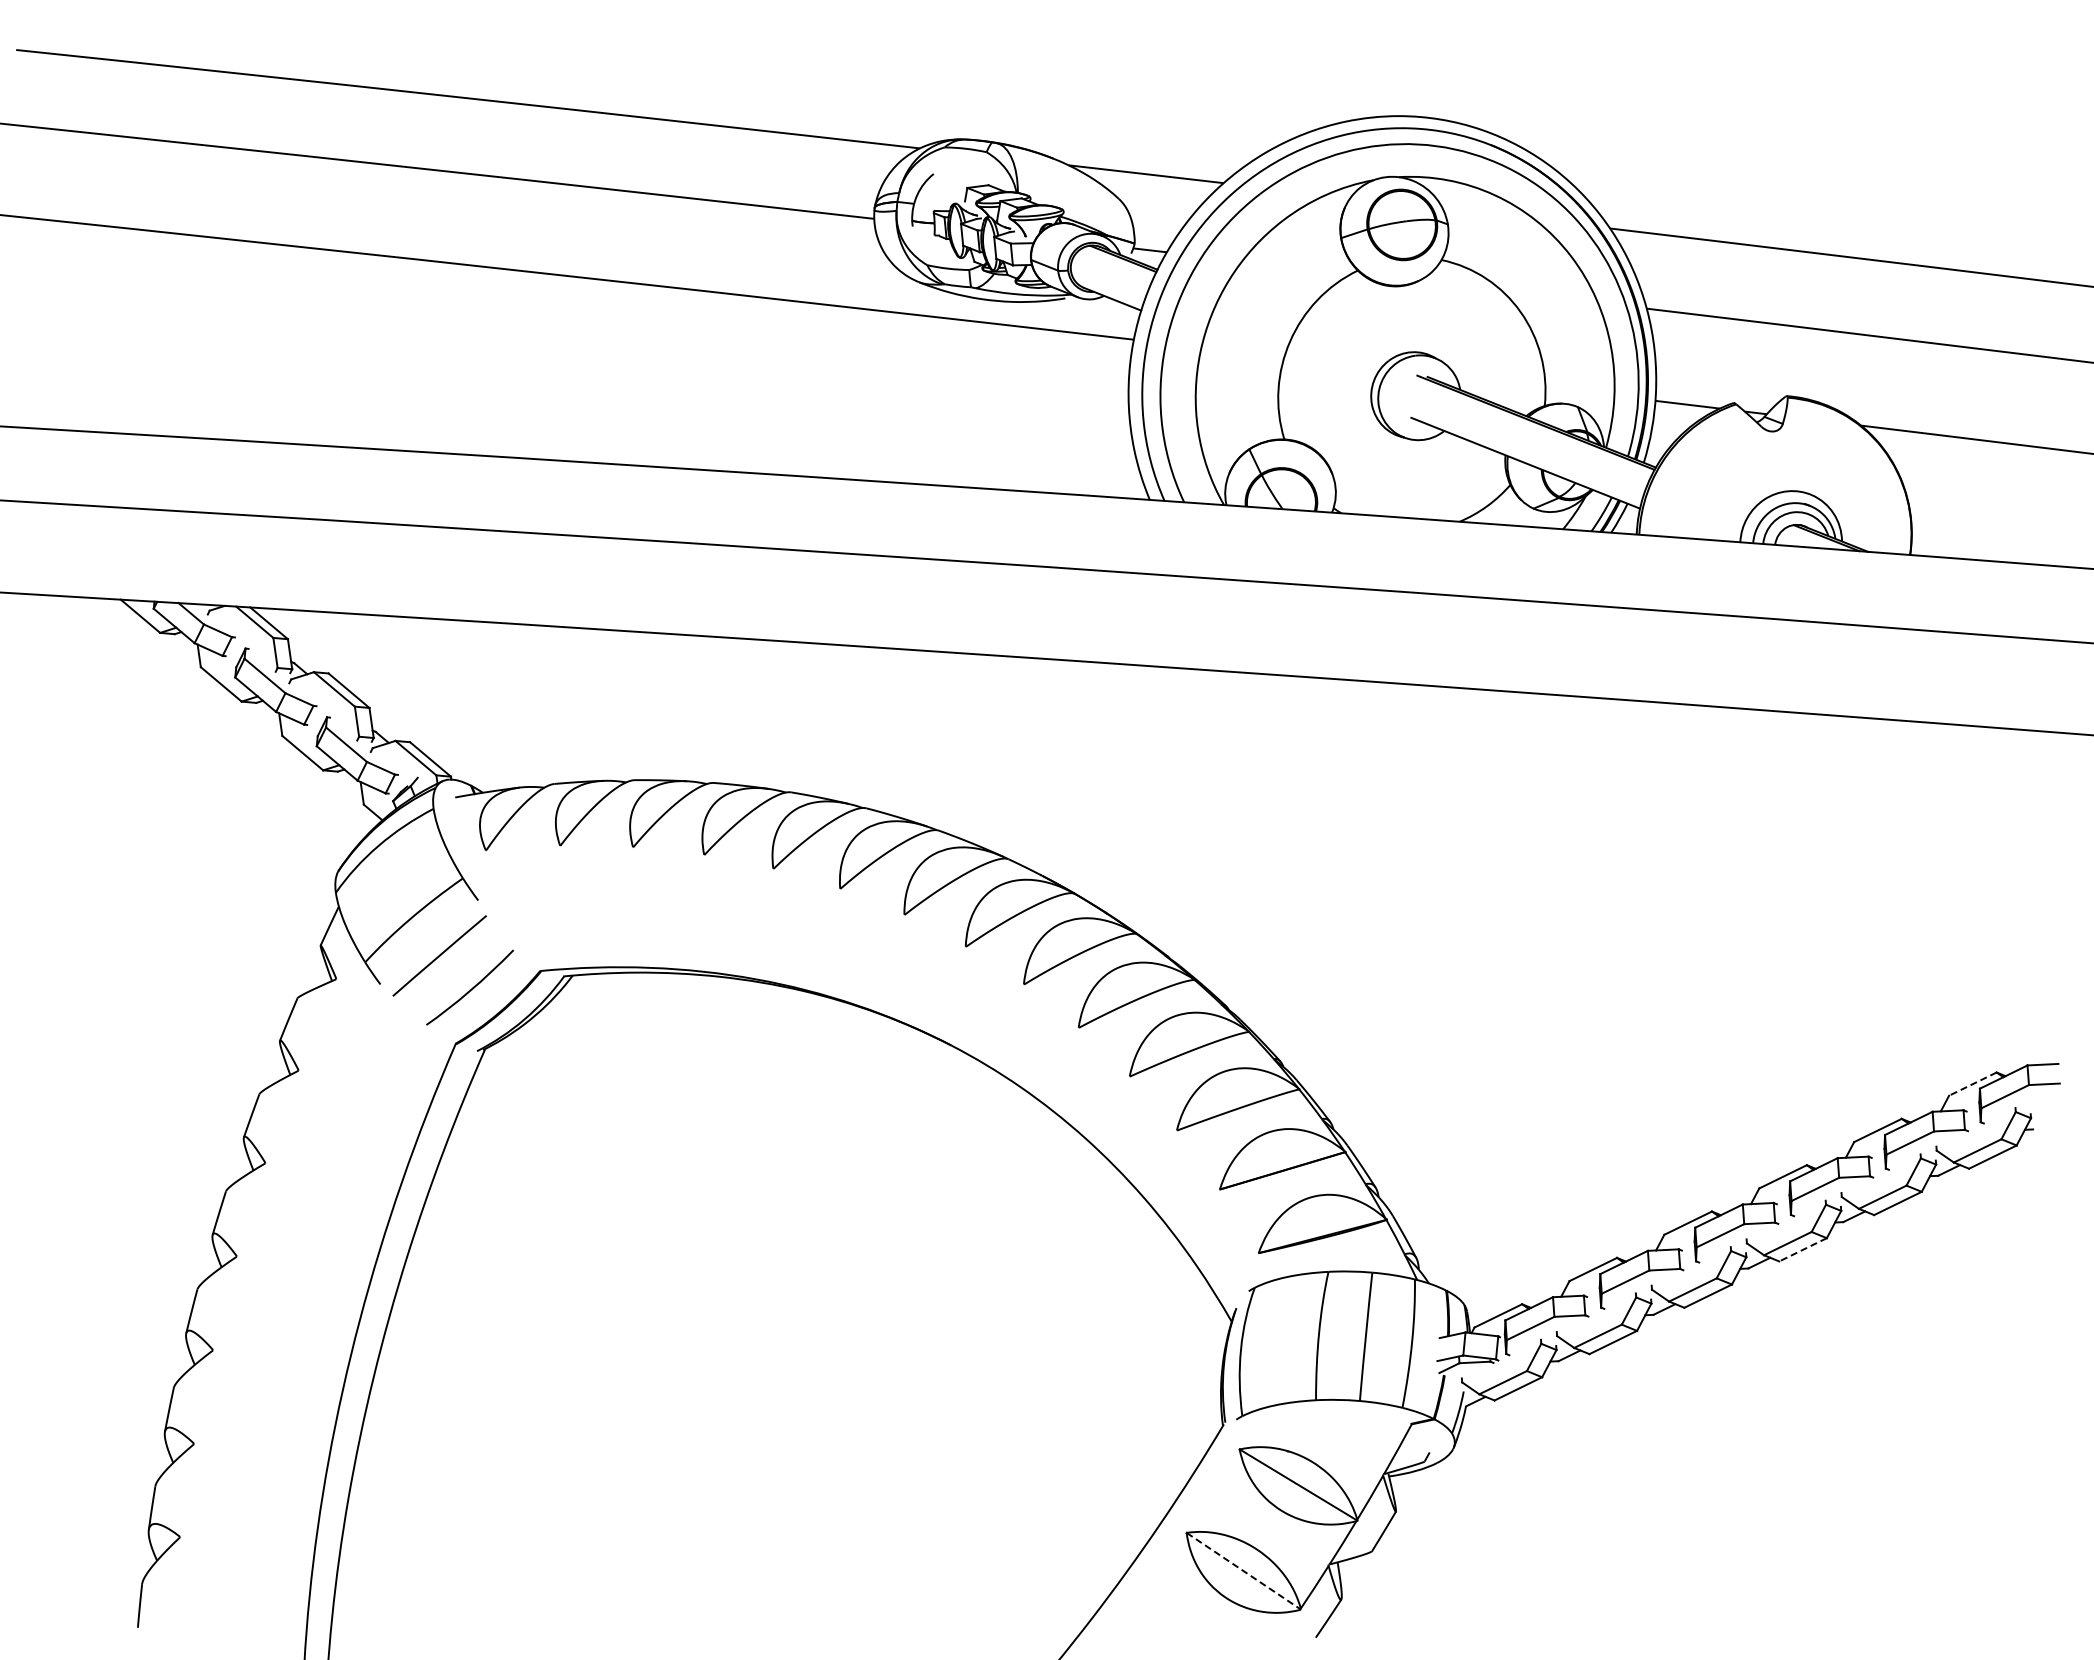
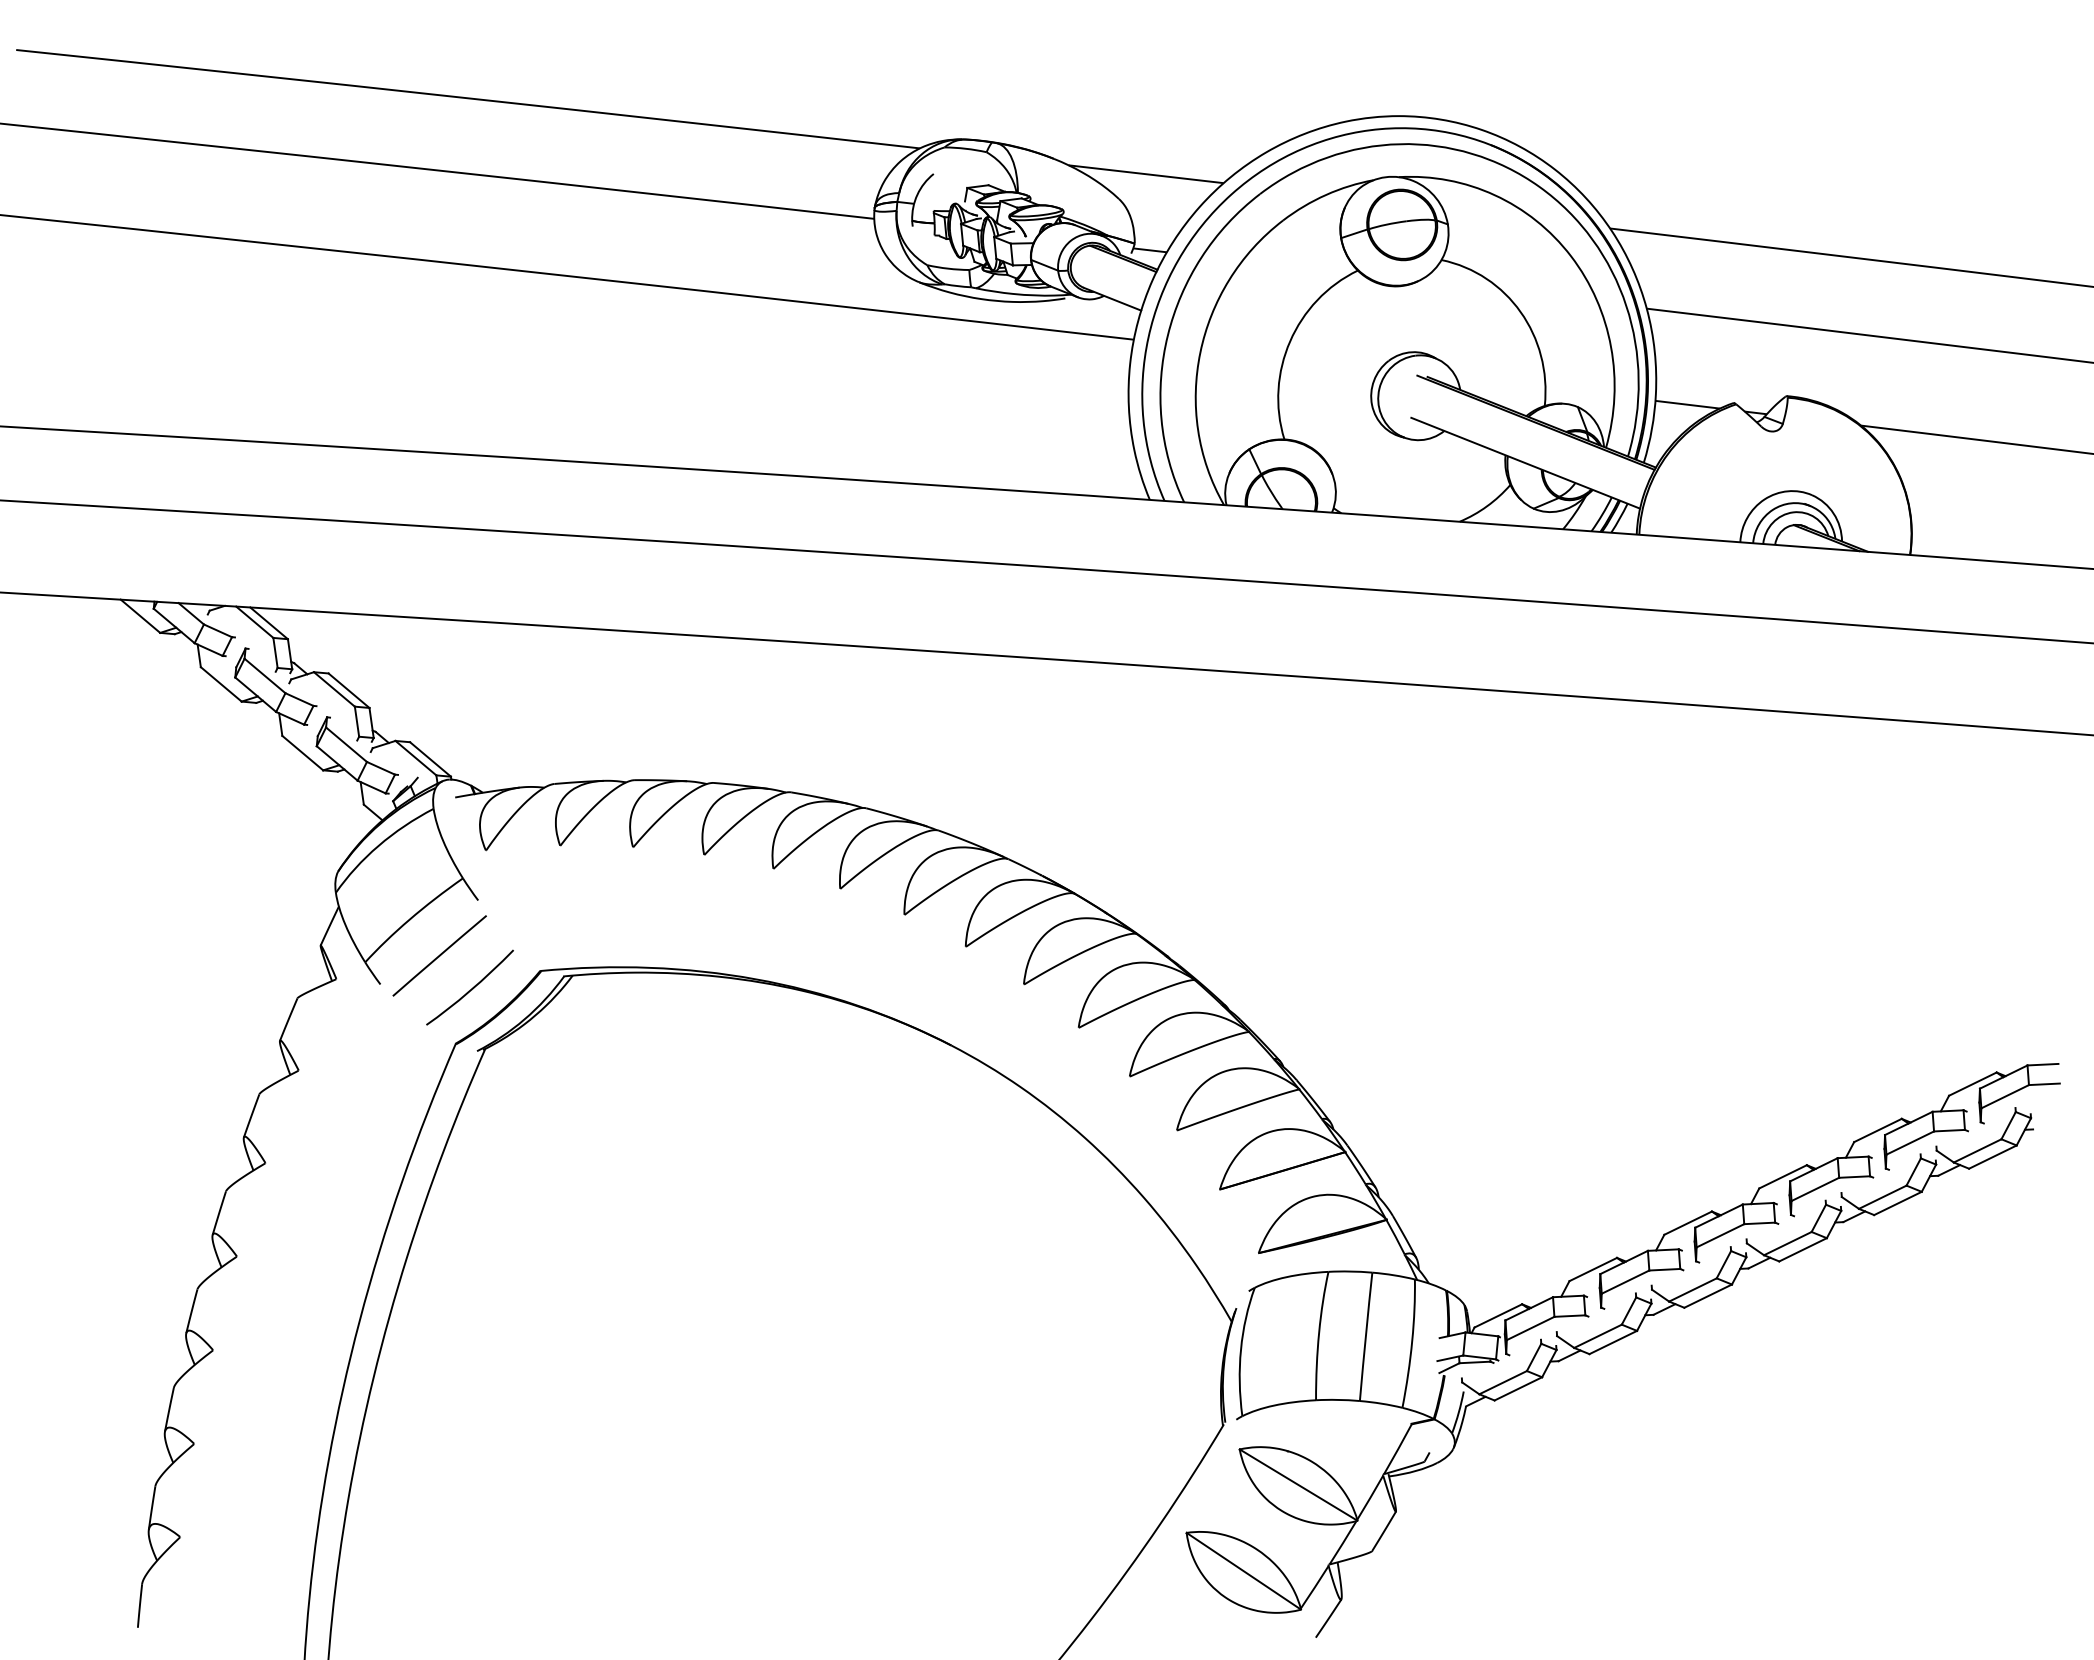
line at (1972, 1084): dashed -> solid
line at (1802, 1250): dashed -> solid
line at (1243, 1571): dashed -> solid
